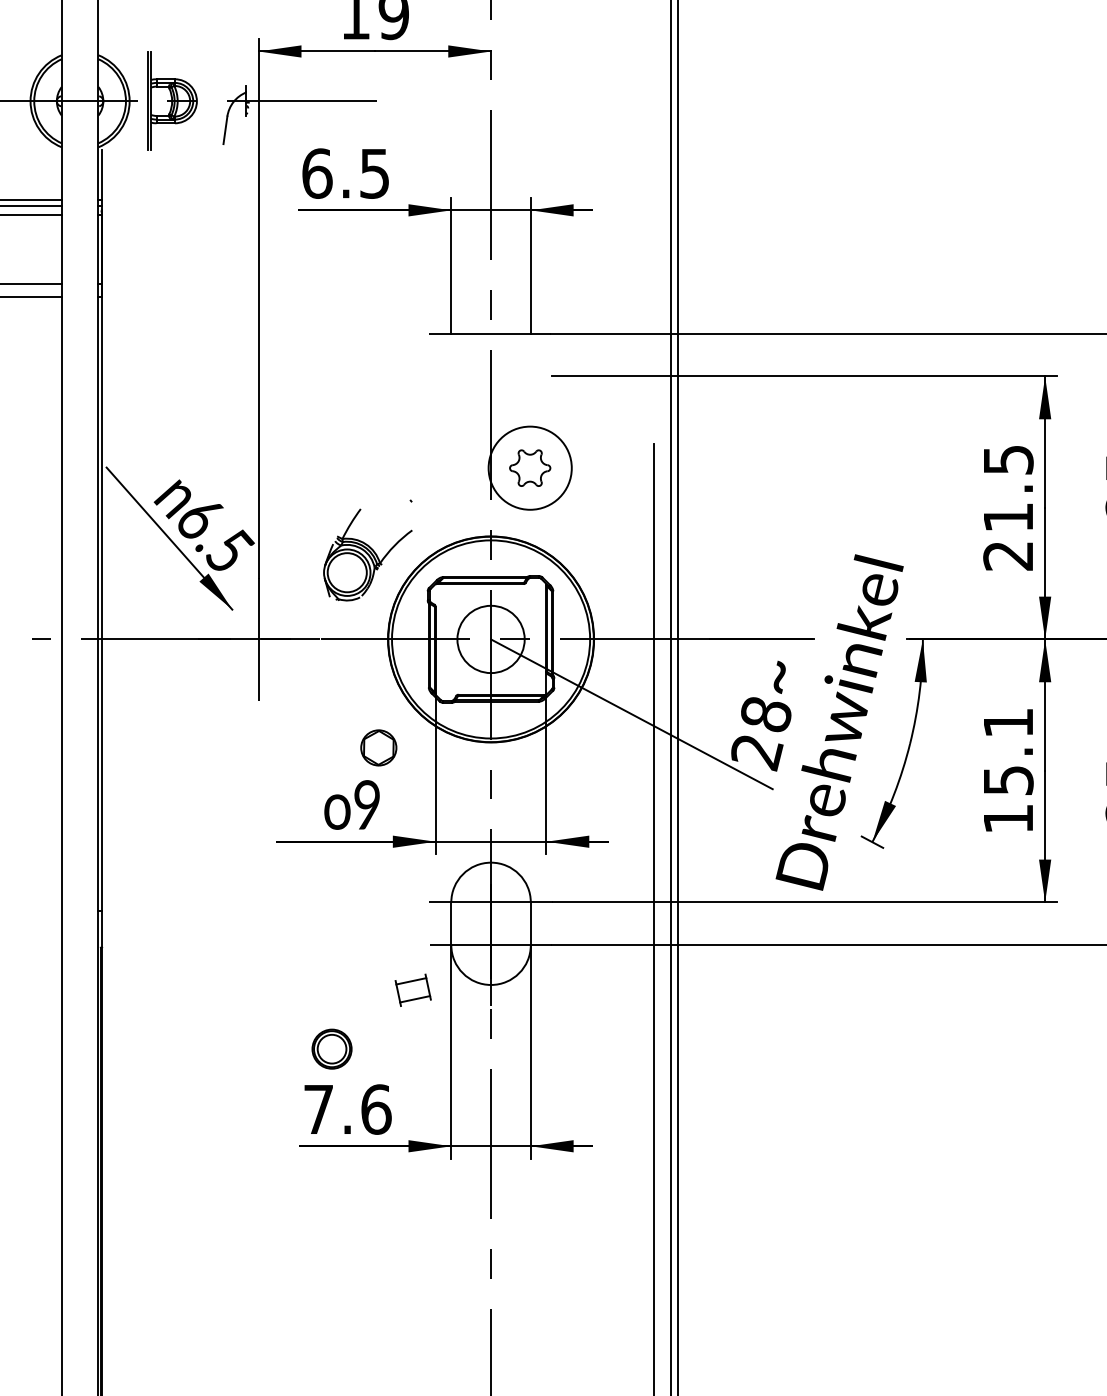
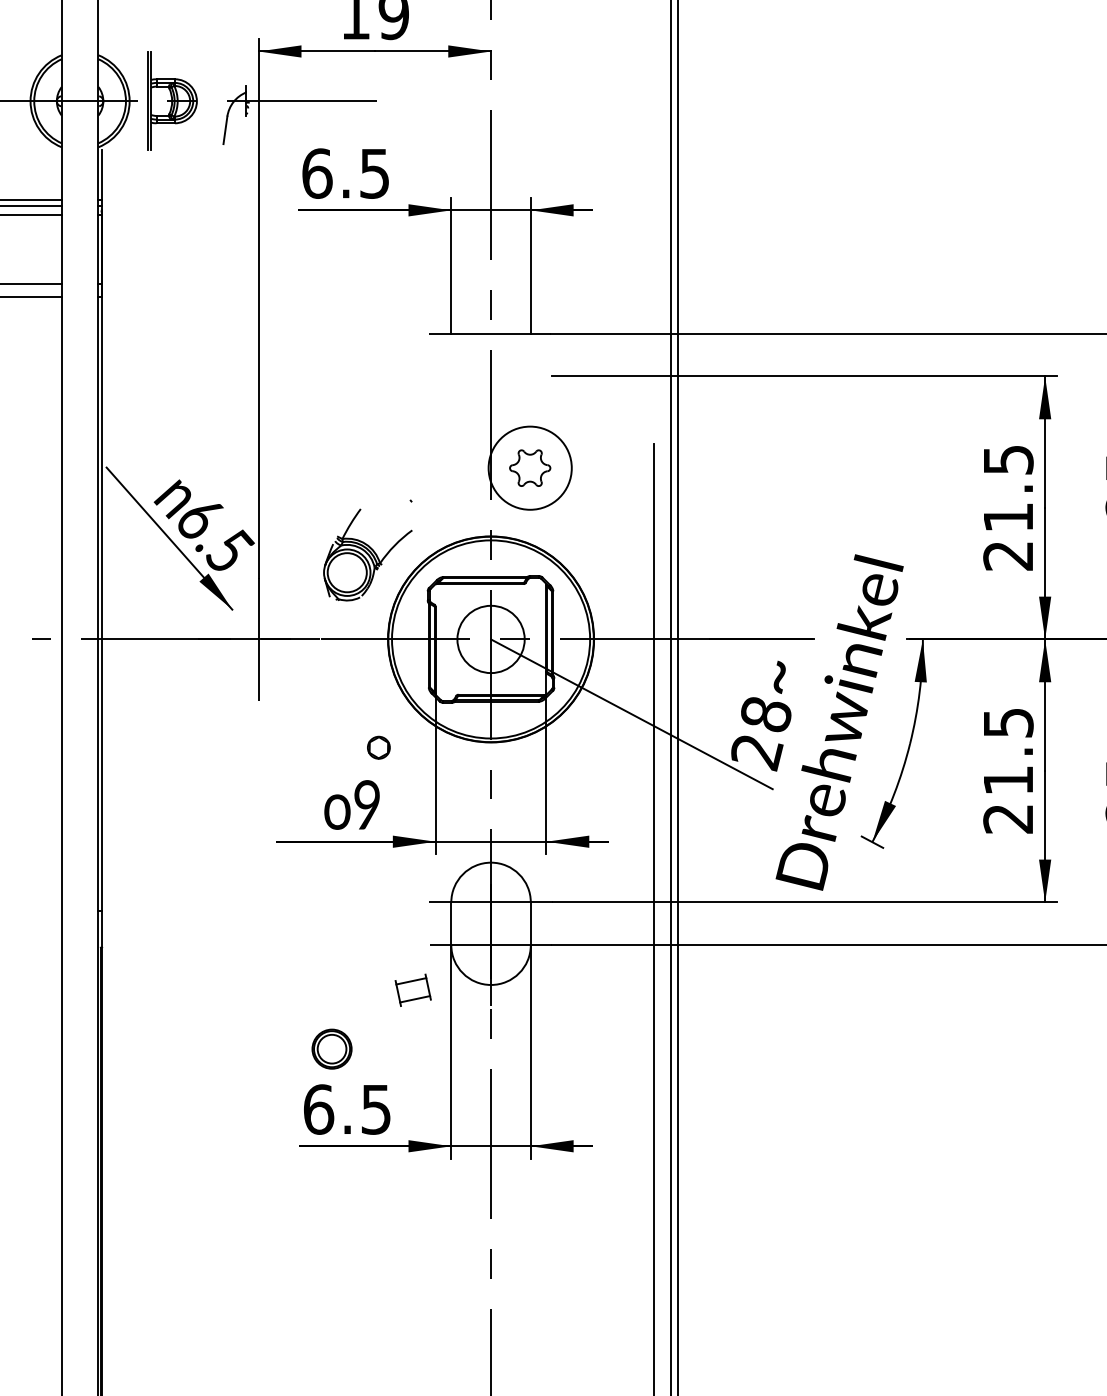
part at (378, 747) size: 38x38 px -> 24x25 px
text at (1008, 771): 15.1 -> 21.5
text at (347, 1109): 7.6 -> 6.5
